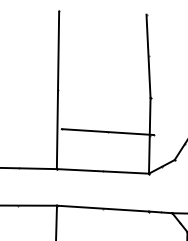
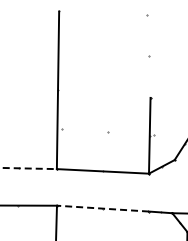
line at (148, 55): present -> none
line at (107, 132): present -> none
line at (29, 168): solid -> dashed
line at (102, 208): solid -> dashed
